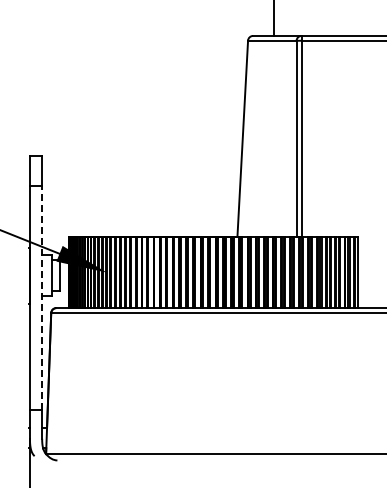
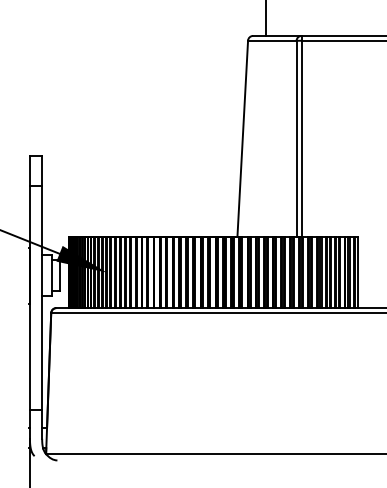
line at (273, 18) position: (273, 18) -> (265, 18)
line at (42, 297): dashed -> solid
